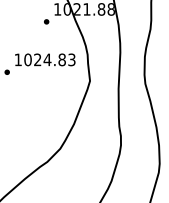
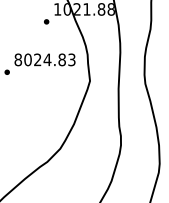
text at (18, 59): 1024.83 -> 8024.83
